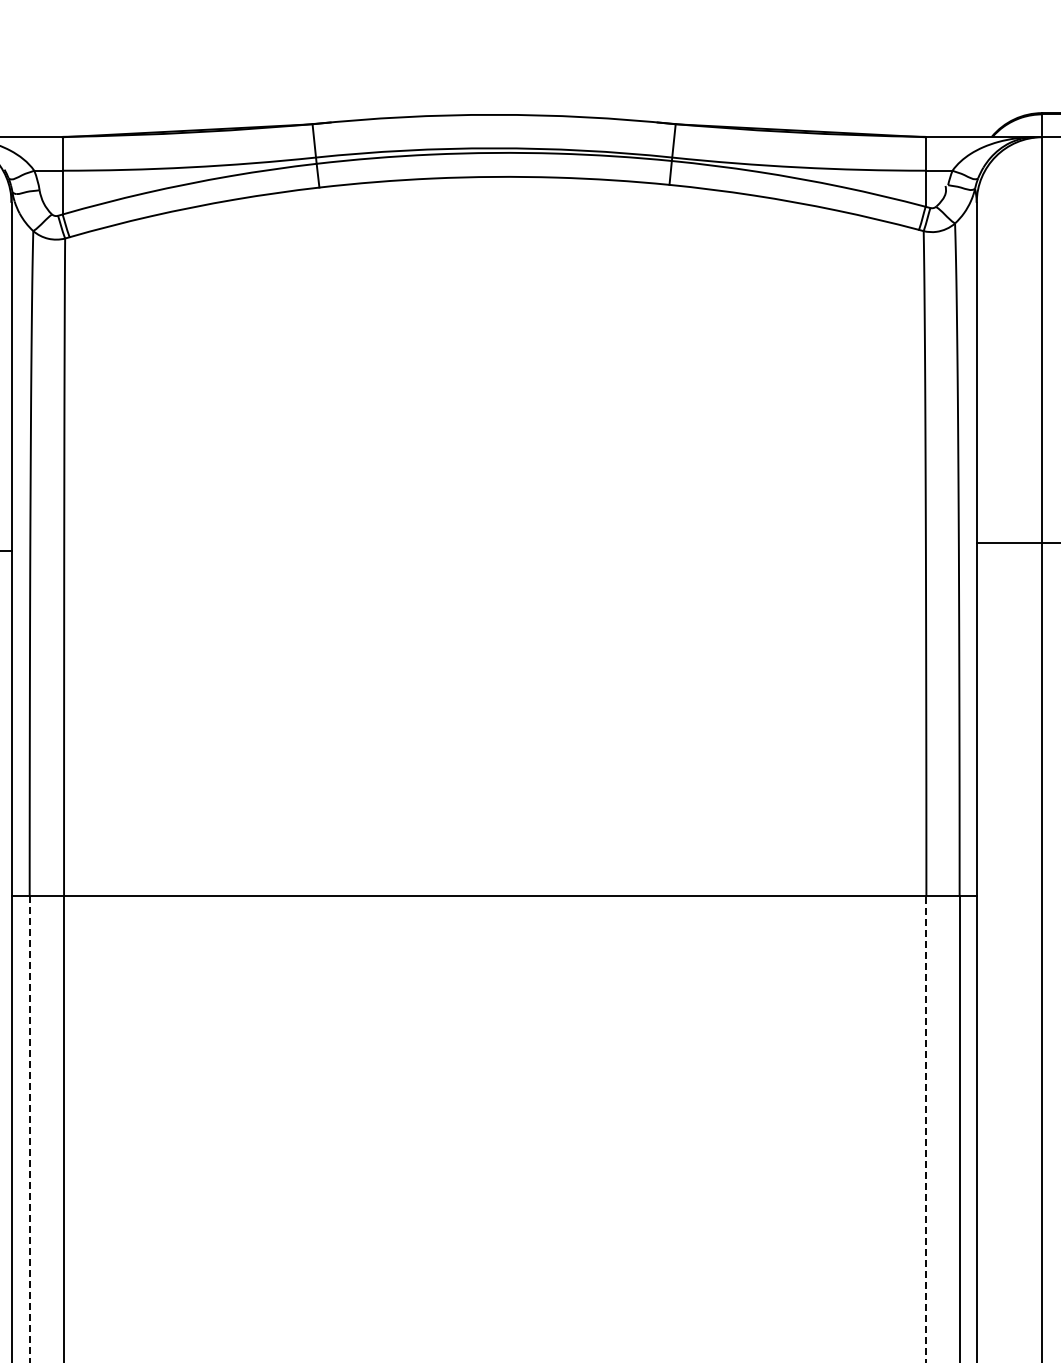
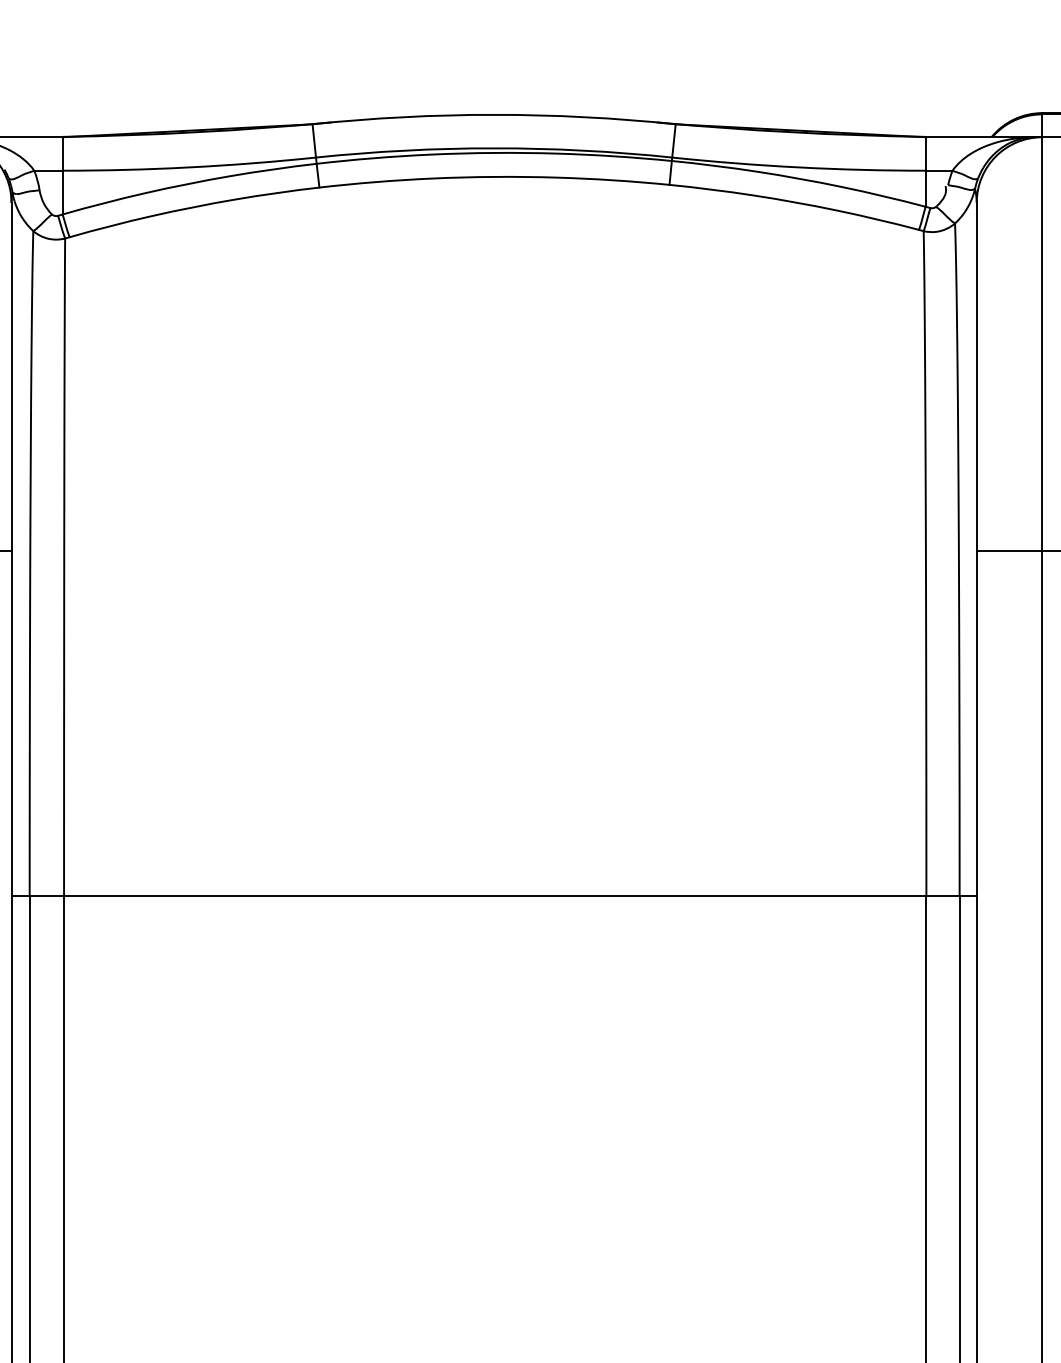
line at (1016, 542) position: (1016, 542) -> (1016, 550)
line at (926, 1128): dashed -> solid
line at (29, 1129): dashed -> solid
